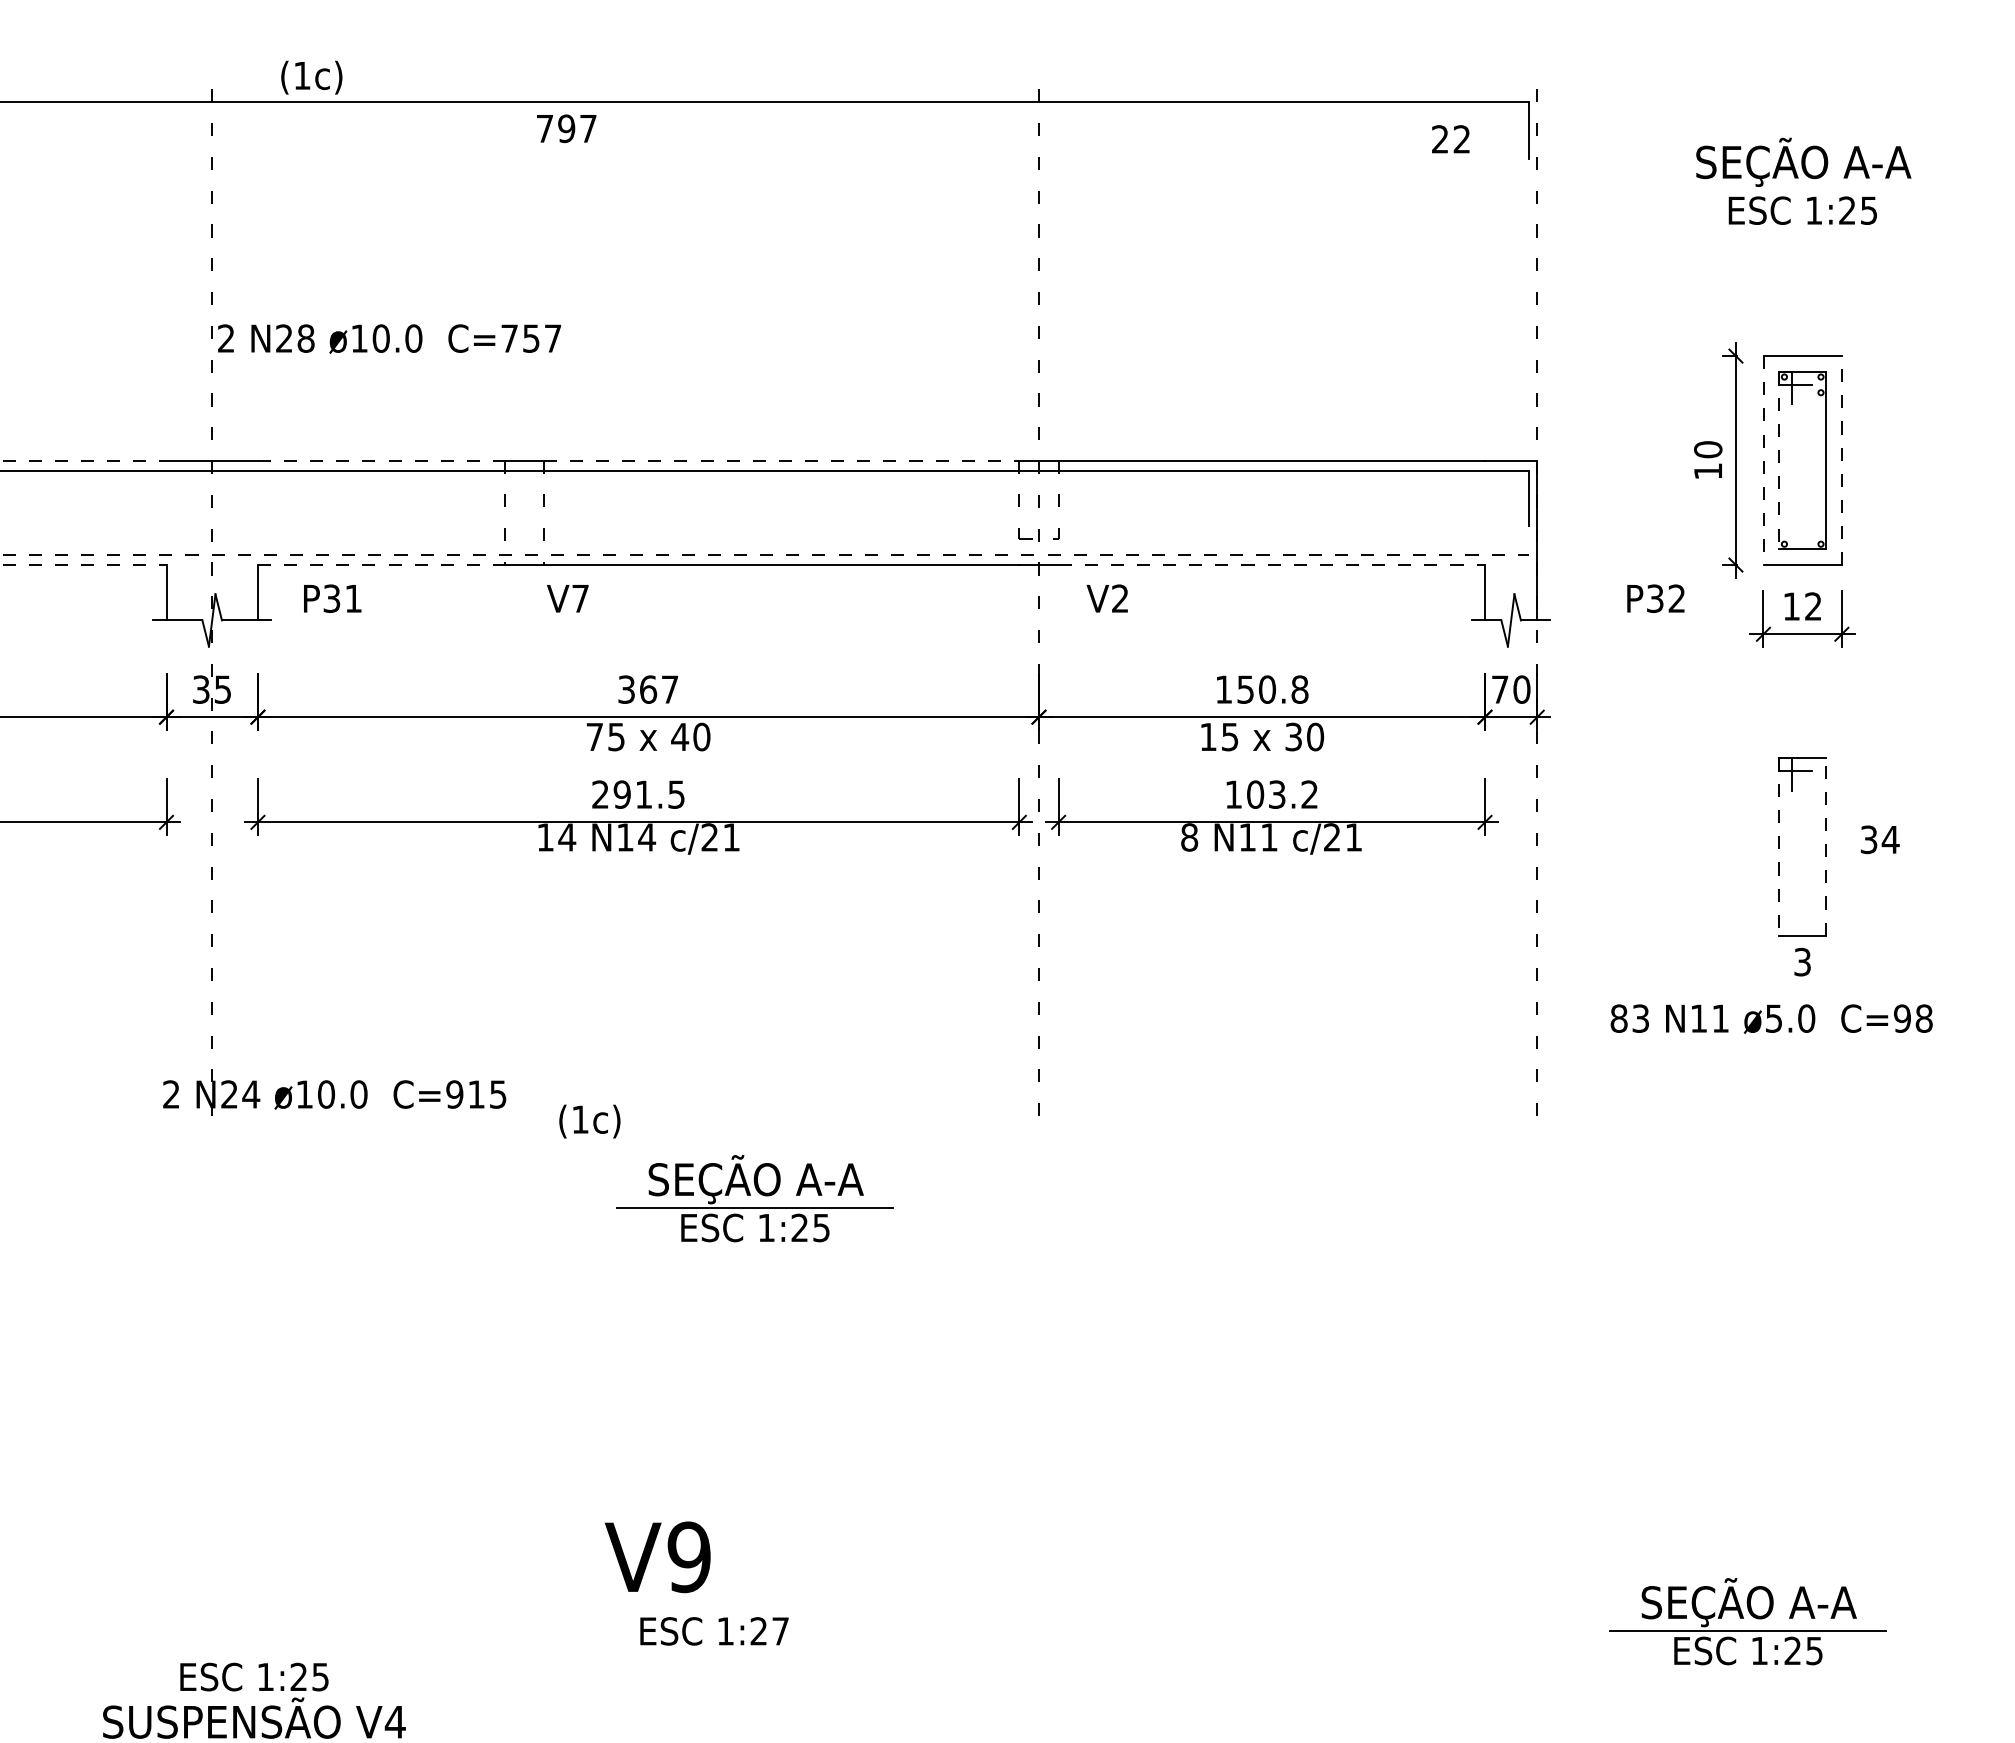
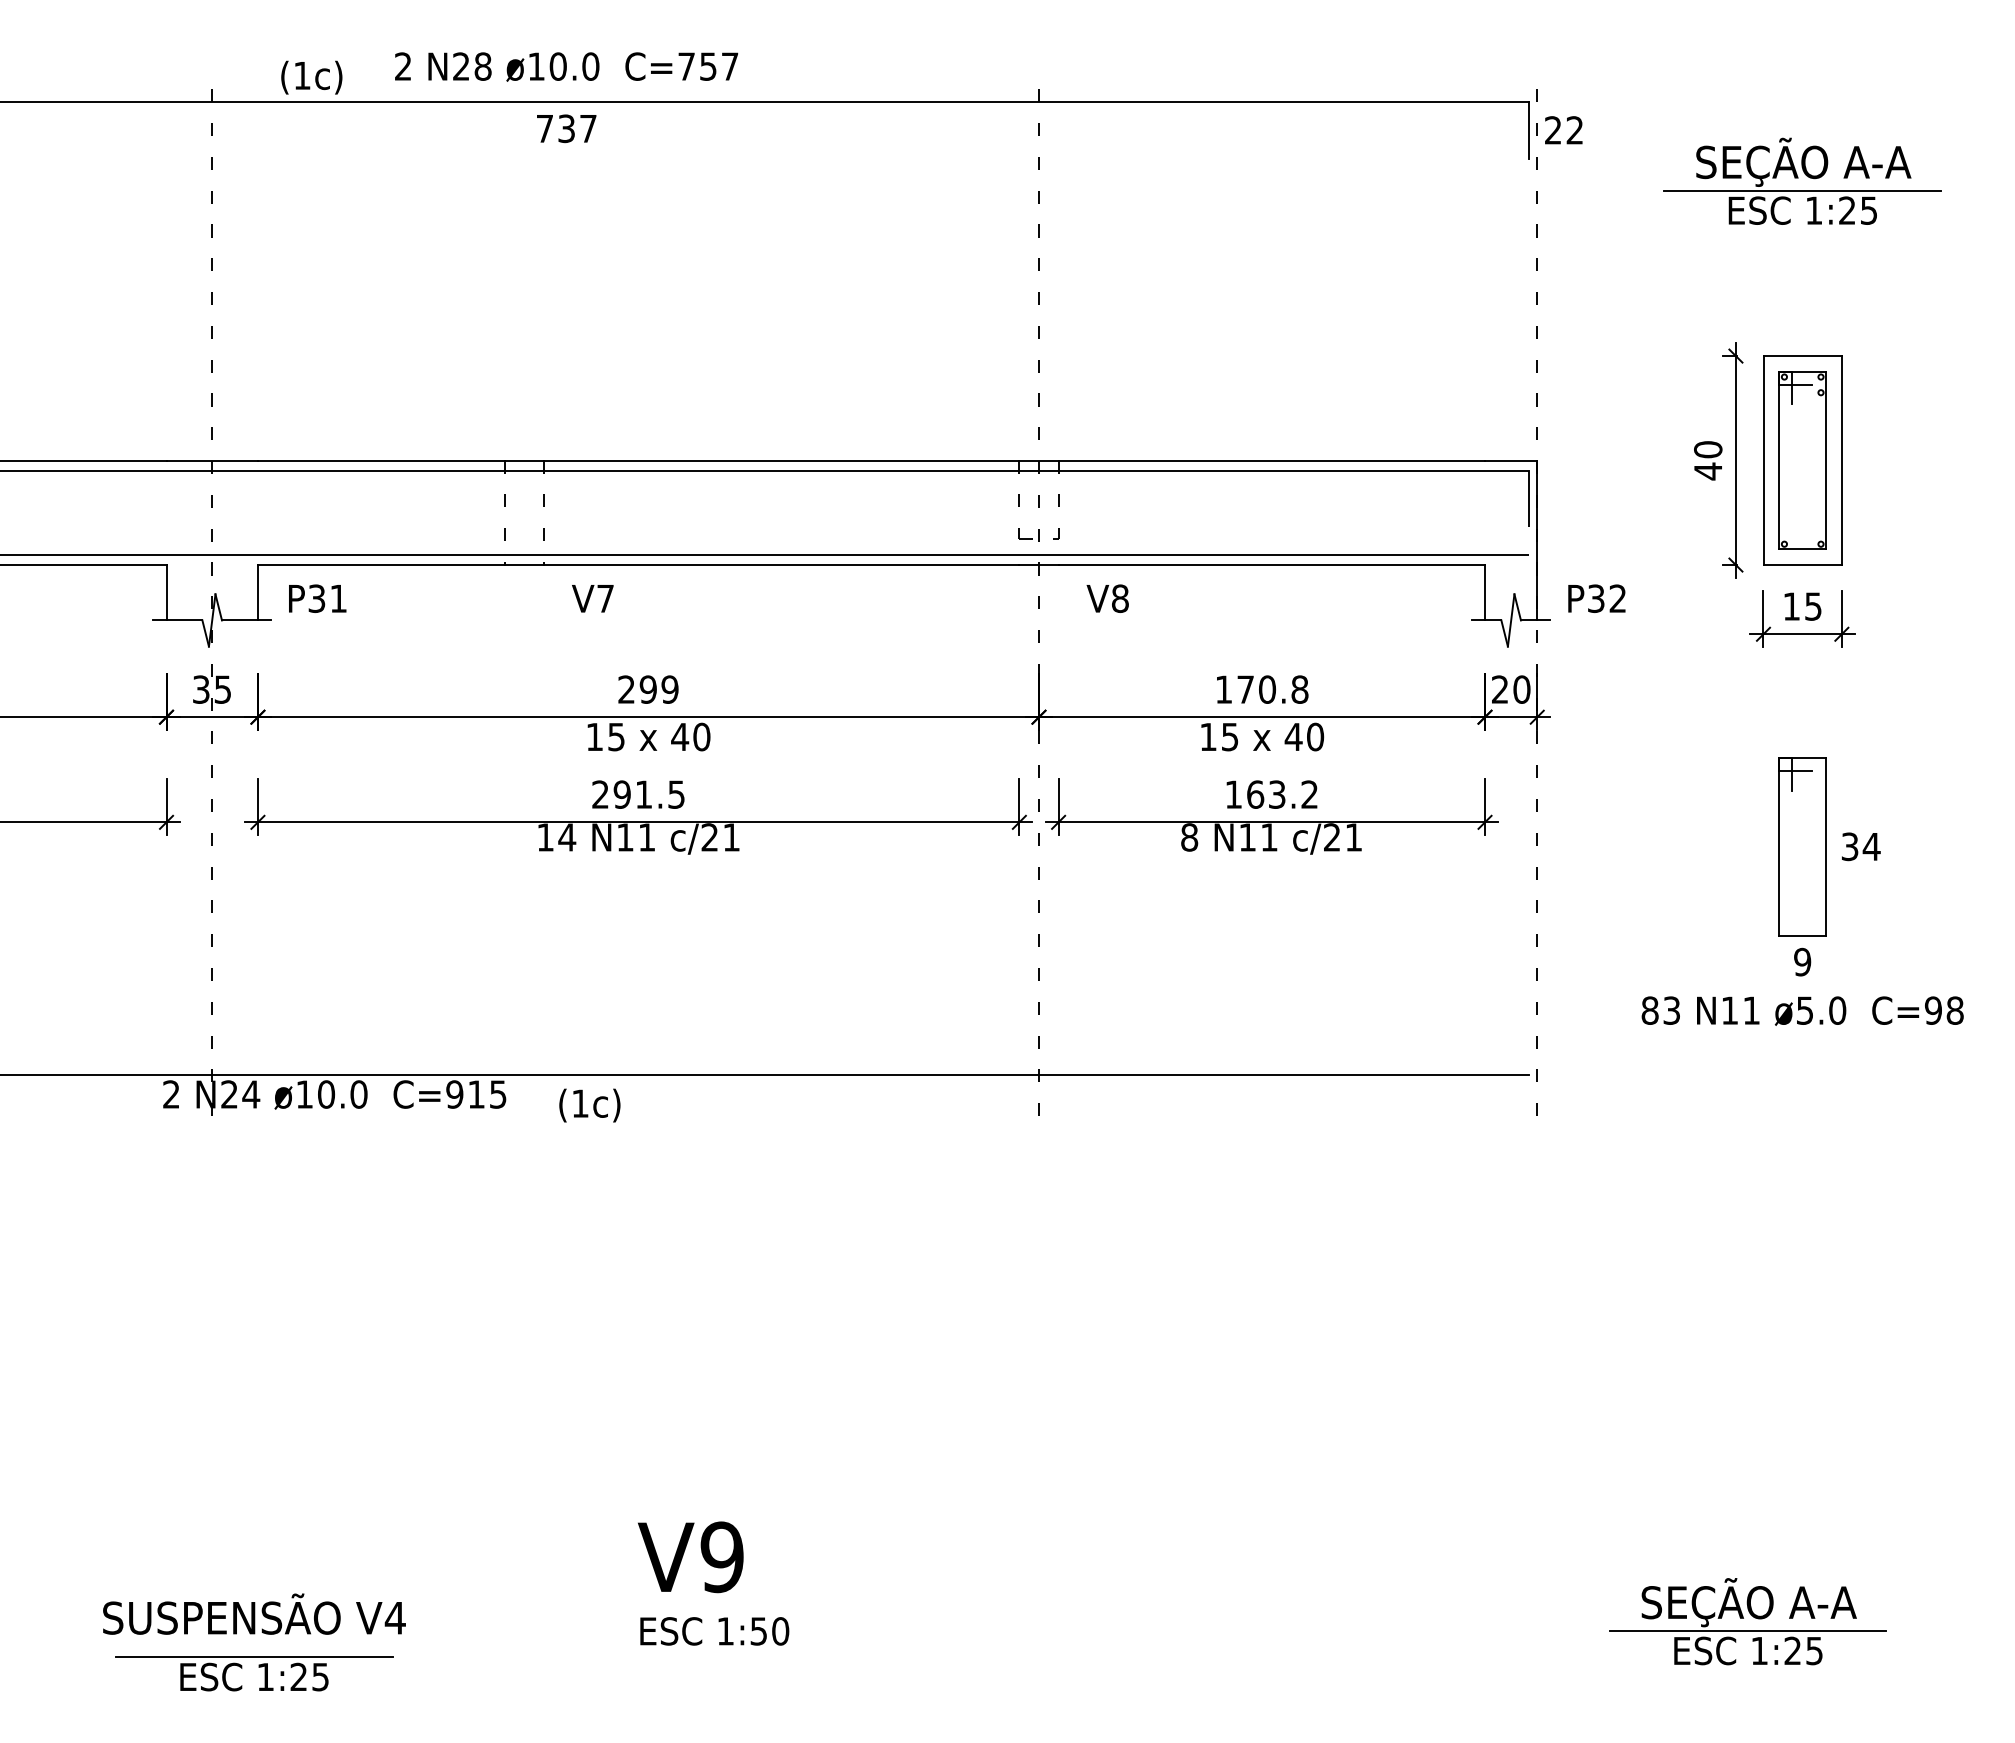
text at (566, 128): 797 -> 737
text at (1450, 139) position: (1450, 139) -> (1563, 130)
line at (1802, 190): none -> present
text at (389, 338) position: (389, 338) -> (566, 66)
line at (83, 460): dashed -> solid
line at (381, 460): dashed -> solid
line at (781, 460): dashed -> solid
line at (1779, 460): dashed -> solid
line at (1841, 460): dashed -> solid
line at (1763, 461): dashed -> solid
text at (1707, 471): 10 -> 40
line at (765, 554): dashed -> solid
line at (83, 565): dashed -> solid
line at (381, 565): dashed -> solid
line at (1272, 565): dashed -> solid
text at (332, 598) position: (332, 598) -> (317, 598)
text at (567, 598) position: (567, 598) -> (592, 598)
text at (1120, 598): V2 -> V8
text at (1655, 598) position: (1655, 598) -> (1596, 598)
text at (1813, 606): 12 -> 15
text at (648, 689): 367 -> 299
text at (1245, 689): 150.8 -> 170.8
text at (1500, 689): 70 -> 20
text at (594, 736): 75 -> 15
text at (1293, 736): 30 -> 40
text at (1255, 794): 103.2 -> 163.2
text at (647, 837): N14 -> N11
text at (1880, 839) position: (1880, 839) -> (1861, 846)
line at (1779, 846): dashed -> solid
line at (1826, 846): dashed -> solid
text at (1802, 962): 3 -> 9
text at (1771, 1018) position: (1771, 1018) -> (1802, 1010)
line at (765, 1074): none -> present
text at (589, 1121) position: (589, 1121) -> (589, 1105)
part at (754, 1198): present -> none
text at (657, 1557) position: (657, 1557) -> (690, 1557)
text at (769, 1631): 1:27 -> 1:50
line at (253, 1657): none -> present
text at (254, 1717) position: (254, 1717) -> (254, 1613)
